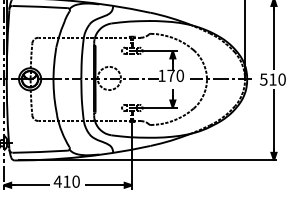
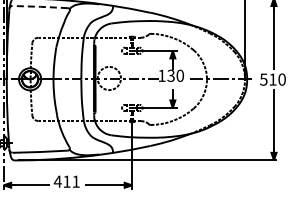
line at (40, 6): solid -> dashed
text at (170, 75): 170 -> 130
text at (75, 181): 410 -> 411
